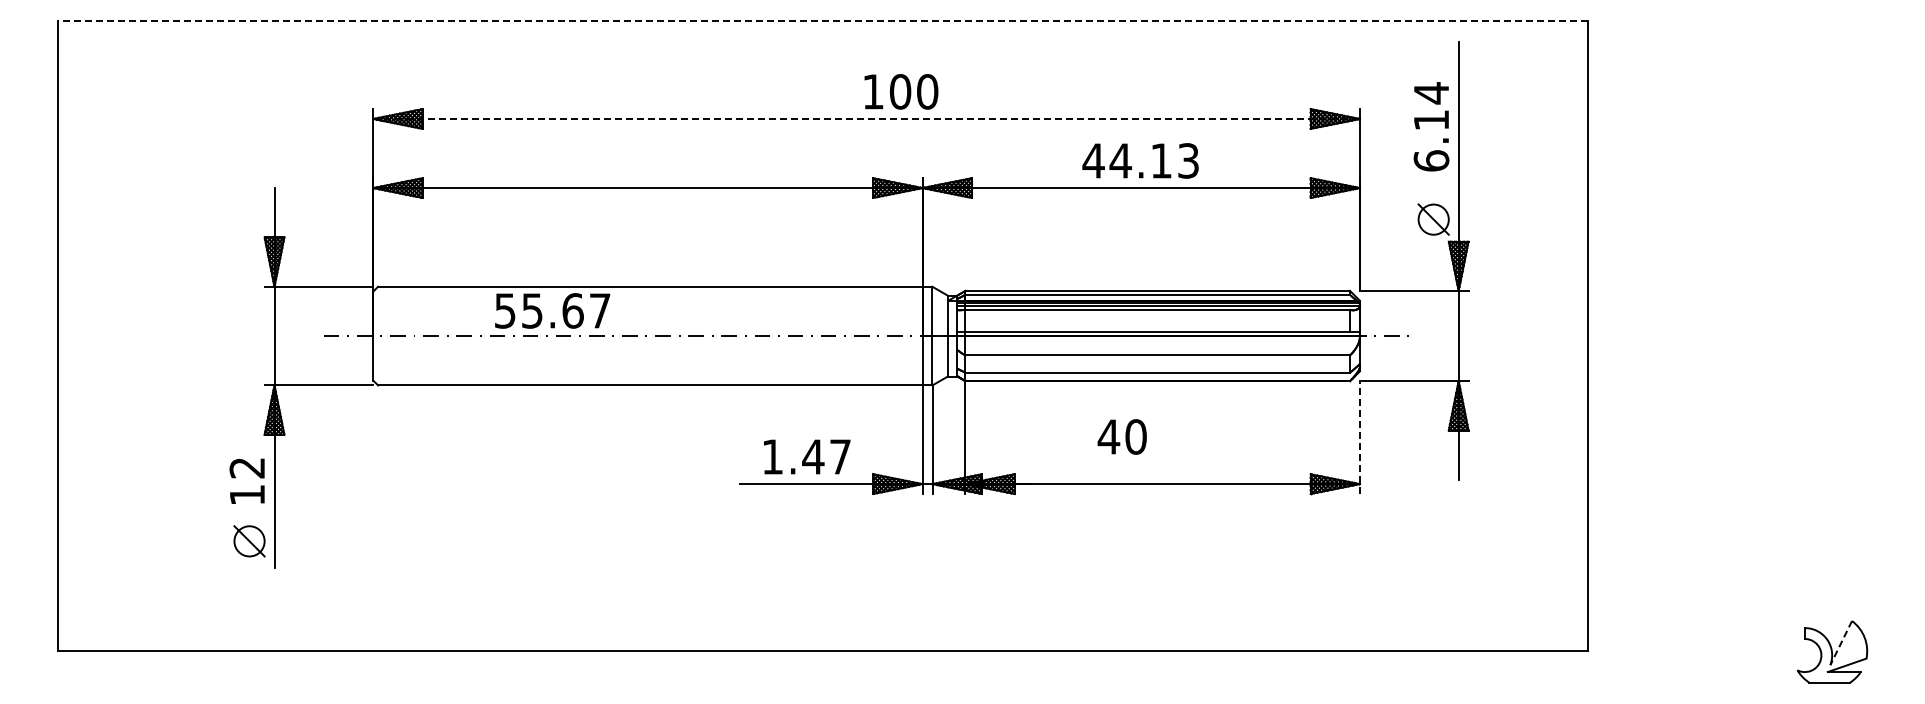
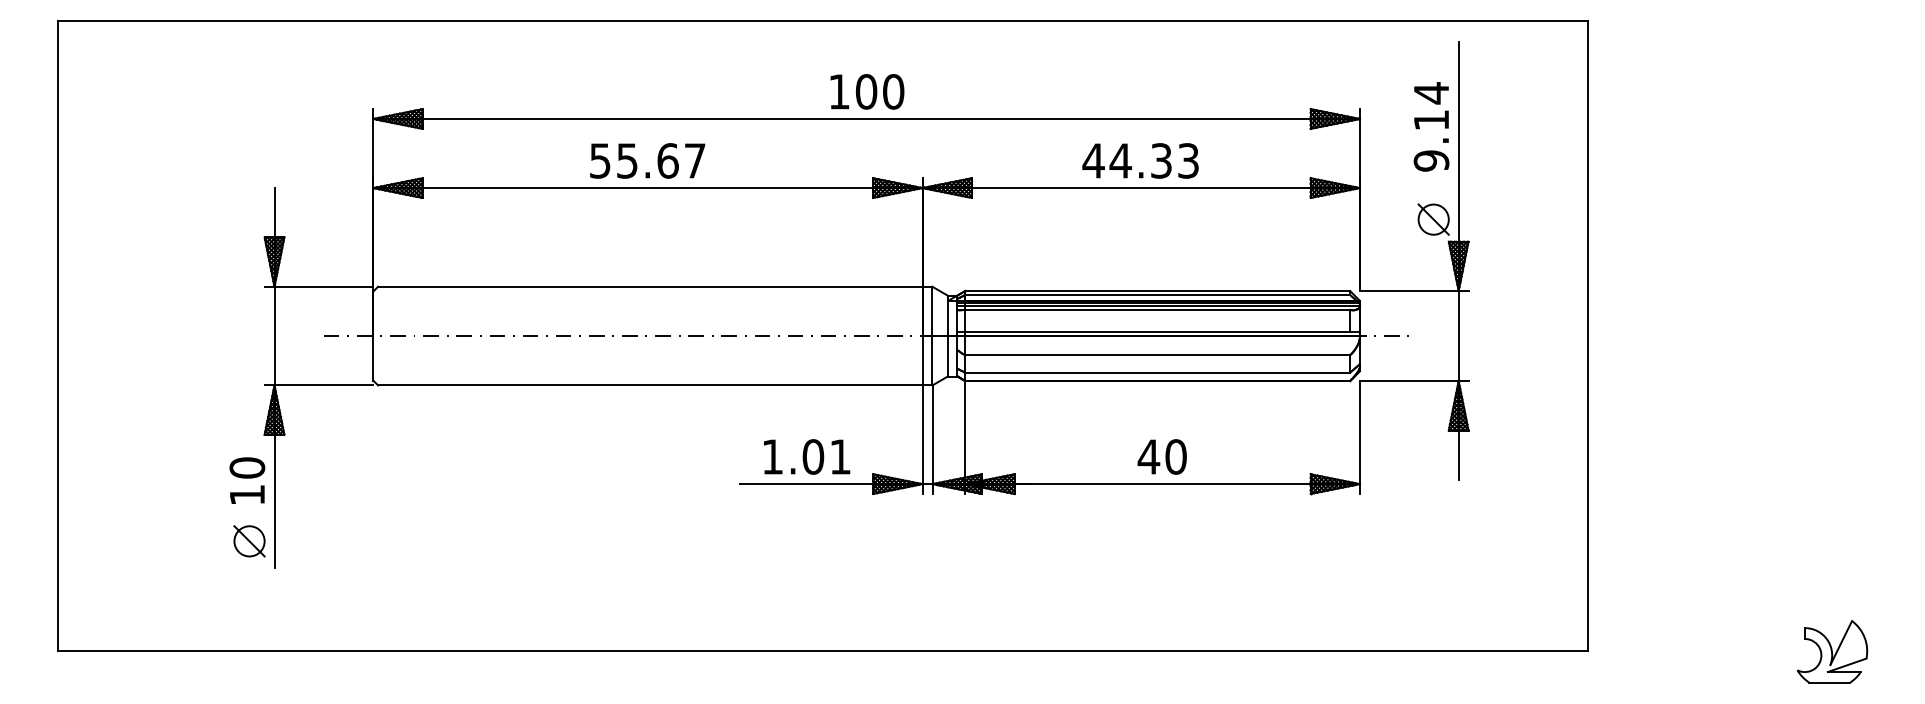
line at (822, 21): dashed -> solid
text at (901, 91) position: (901, 91) -> (867, 91)
line at (867, 119): dashed -> solid
text at (1161, 160): 44.13 -> 44.33
text at (1431, 160): 6.14 -> 9.14
text at (552, 310) position: (552, 310) -> (647, 160)
text at (1121, 436) position: (1121, 436) -> (1161, 456)
line at (1360, 437): dashed -> solid
text at (826, 456): 1.47 -> 1.01
text at (247, 467): 12 -> 10
line at (1841, 643): dashed -> solid
